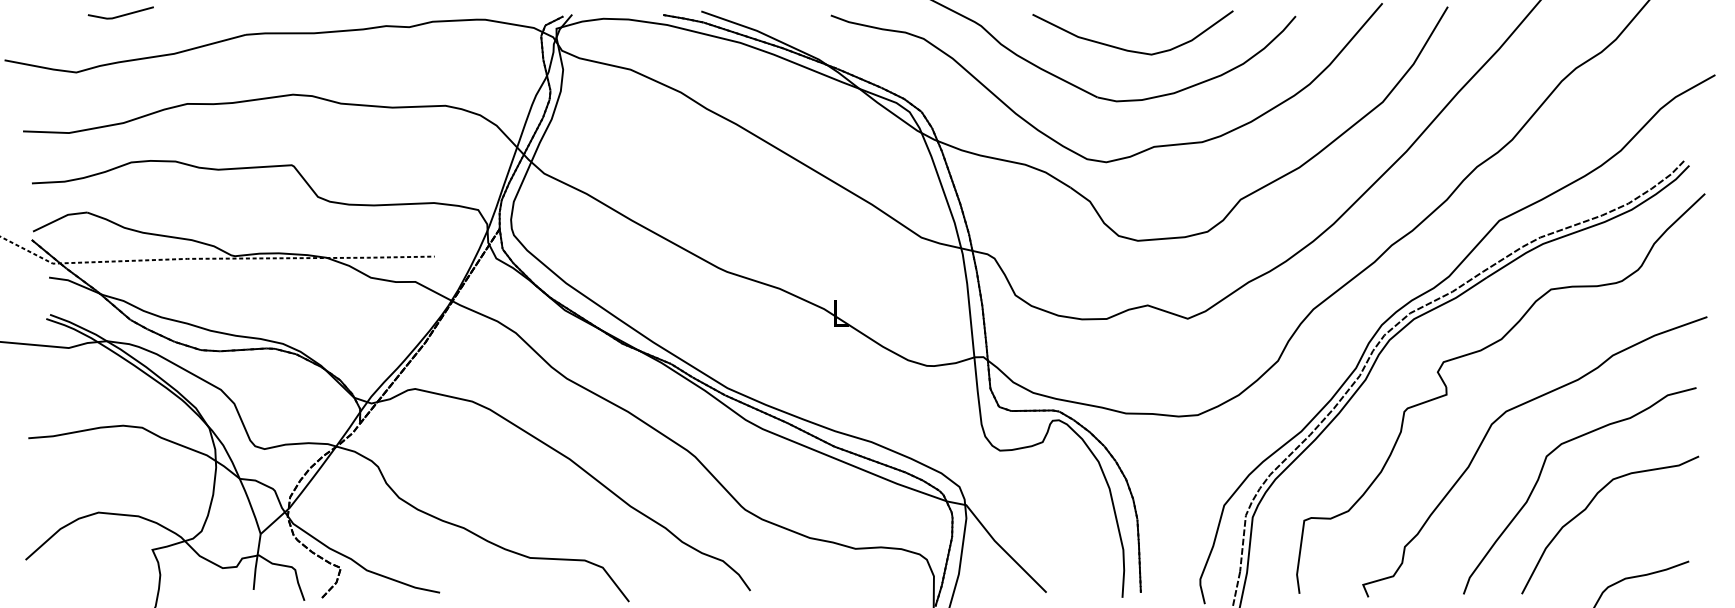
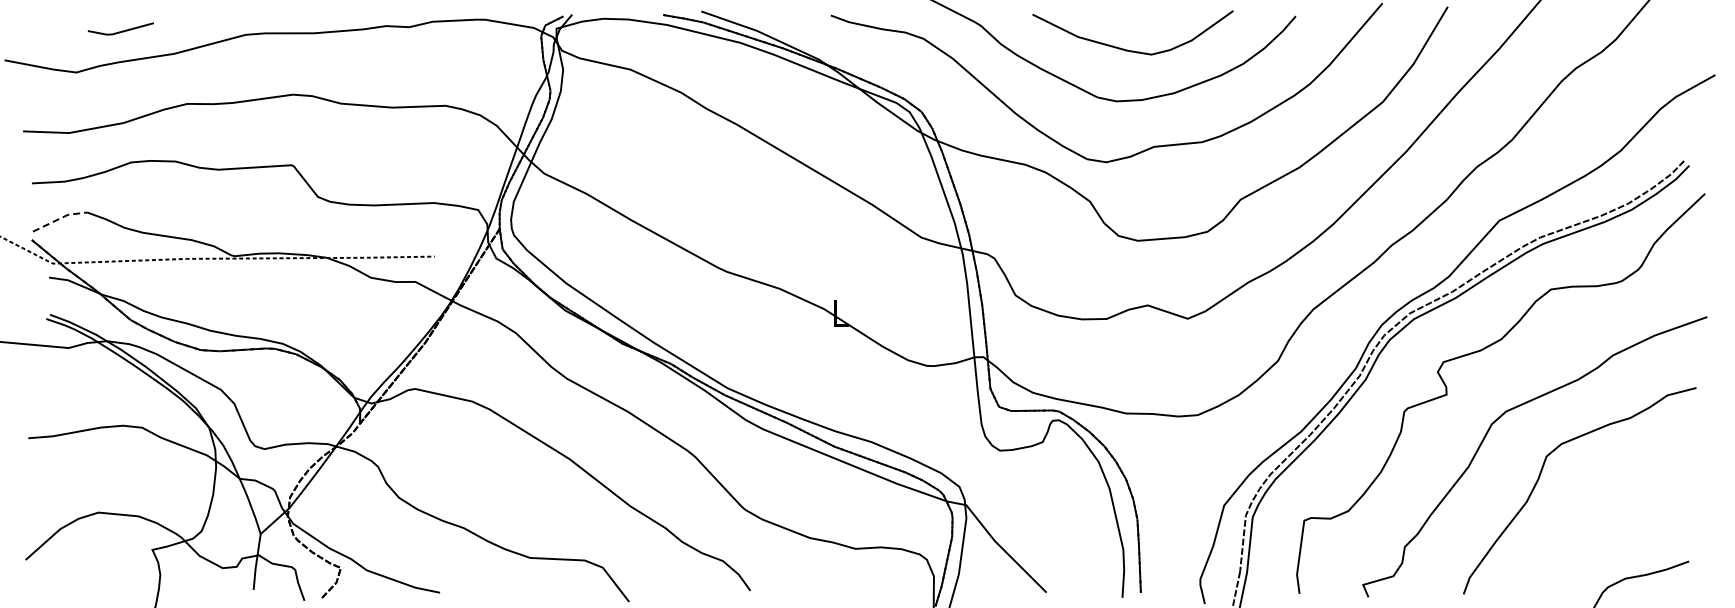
line at (122, 14) position: (122, 14) -> (122, 30)
line at (59, 218): solid -> dashed
curve at (1587, 508): present -> none
